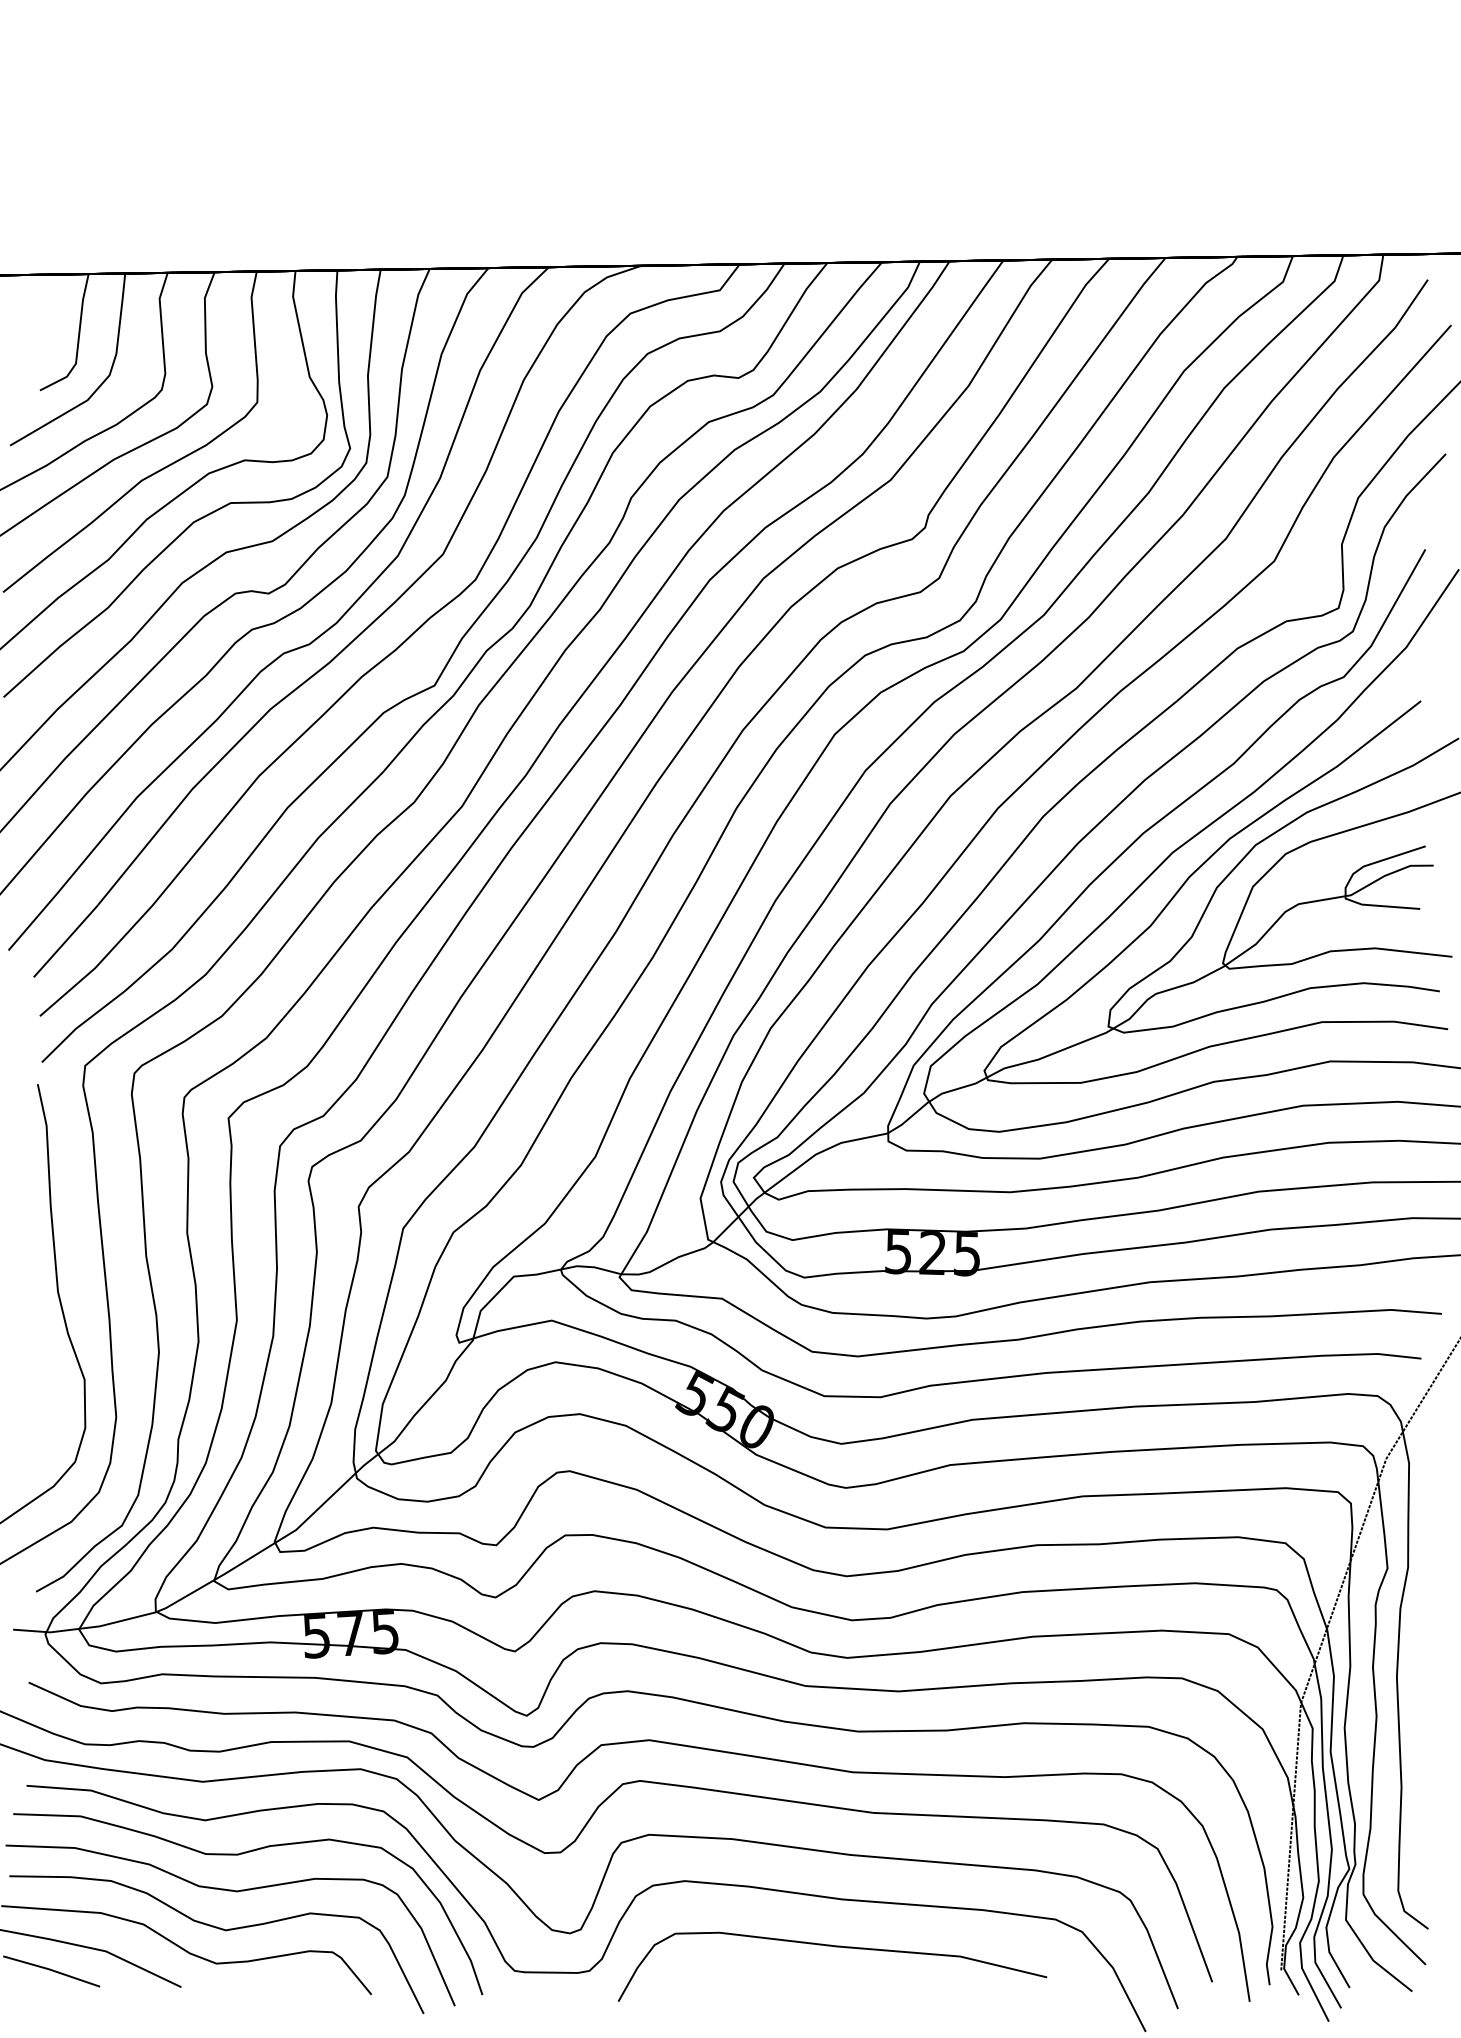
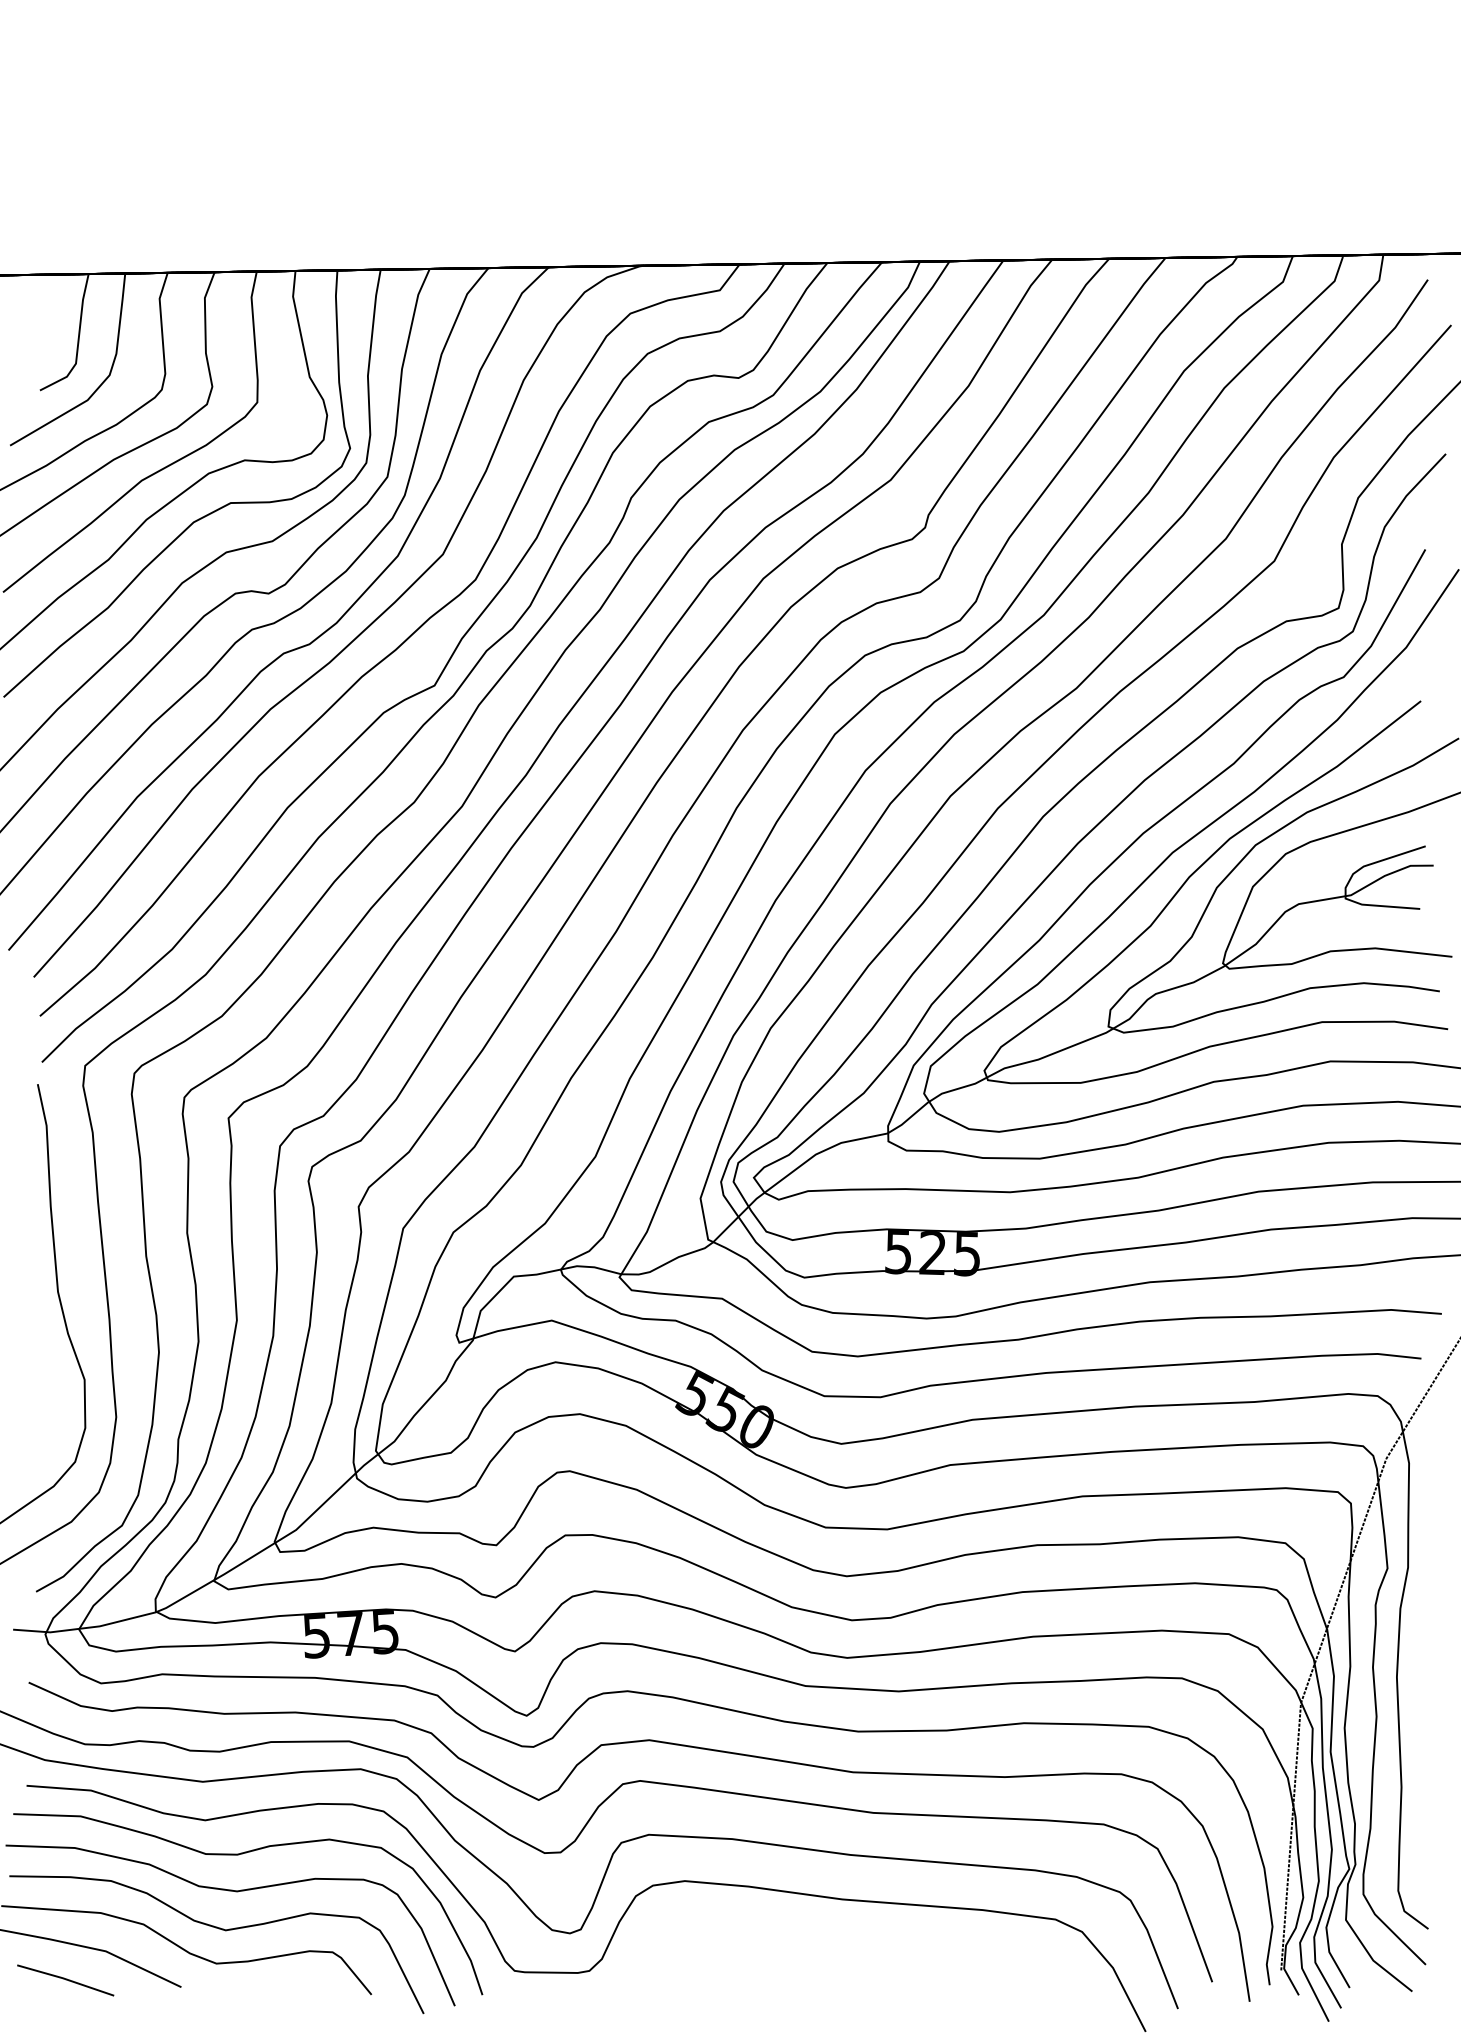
curve at (834, 1947): present -> none
line at (51, 1971) position: (51, 1971) -> (65, 1980)
